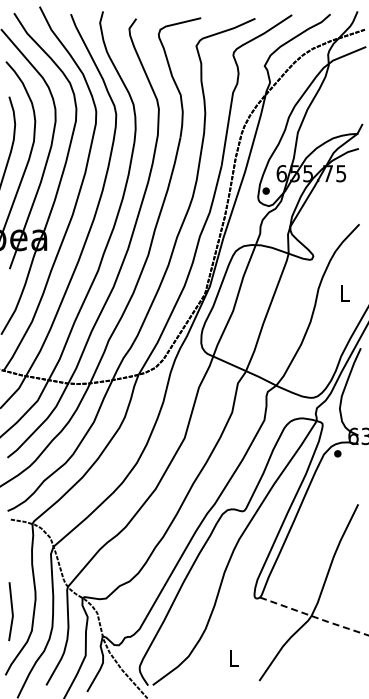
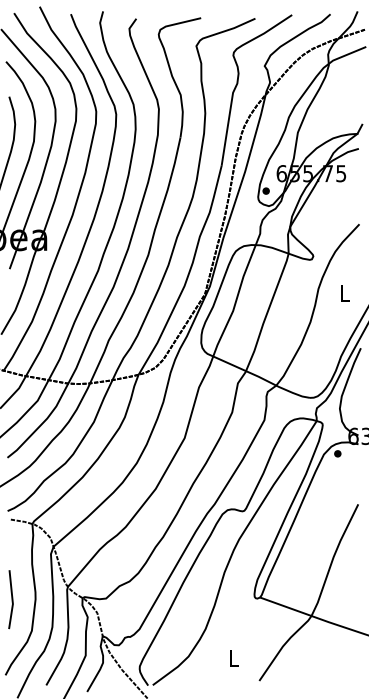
line at (11, 611) position: (11, 611) -> (11, 599)
line at (314, 617): dashed -> solid
